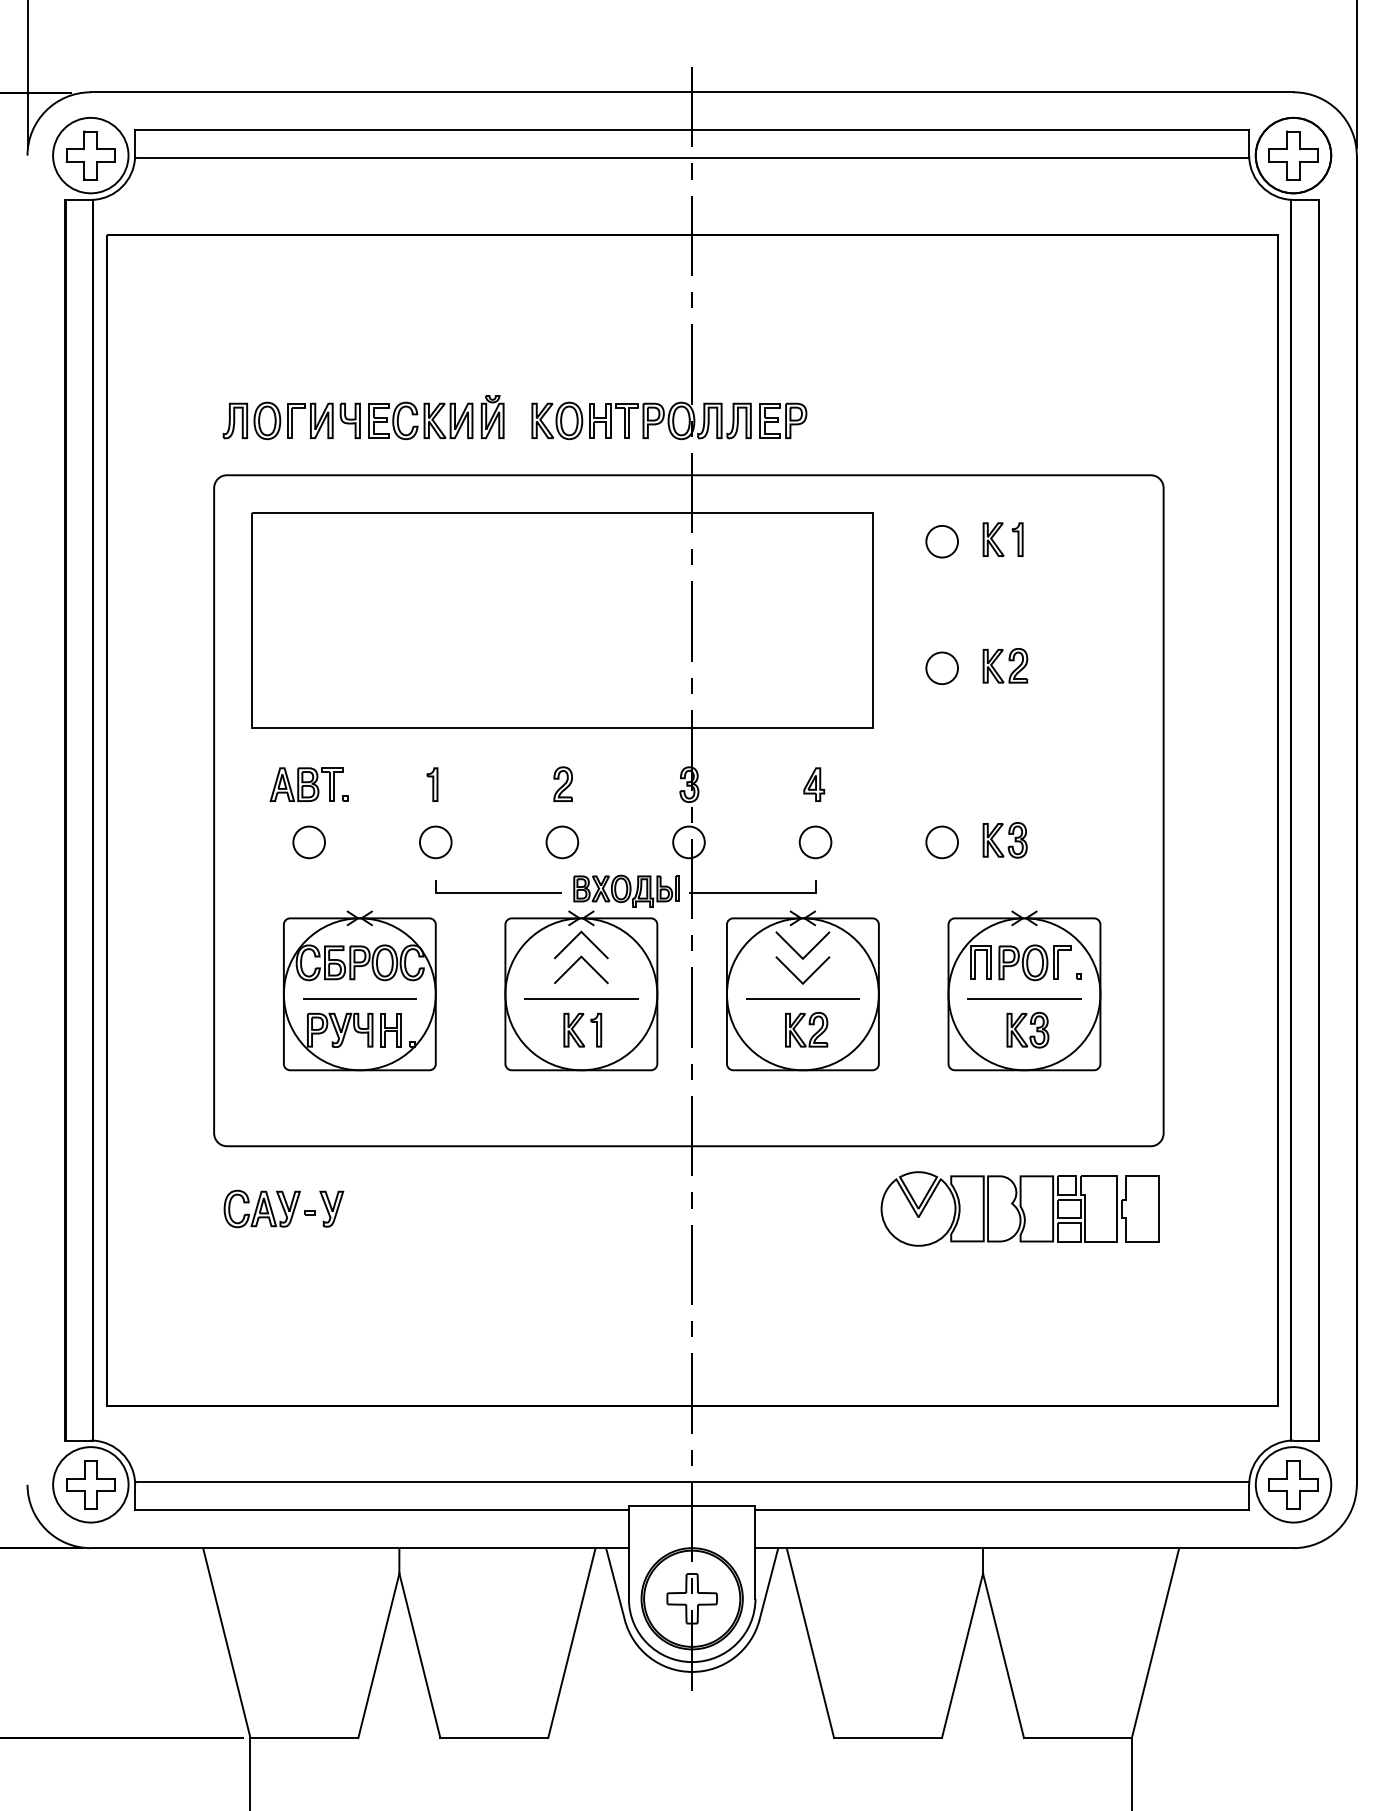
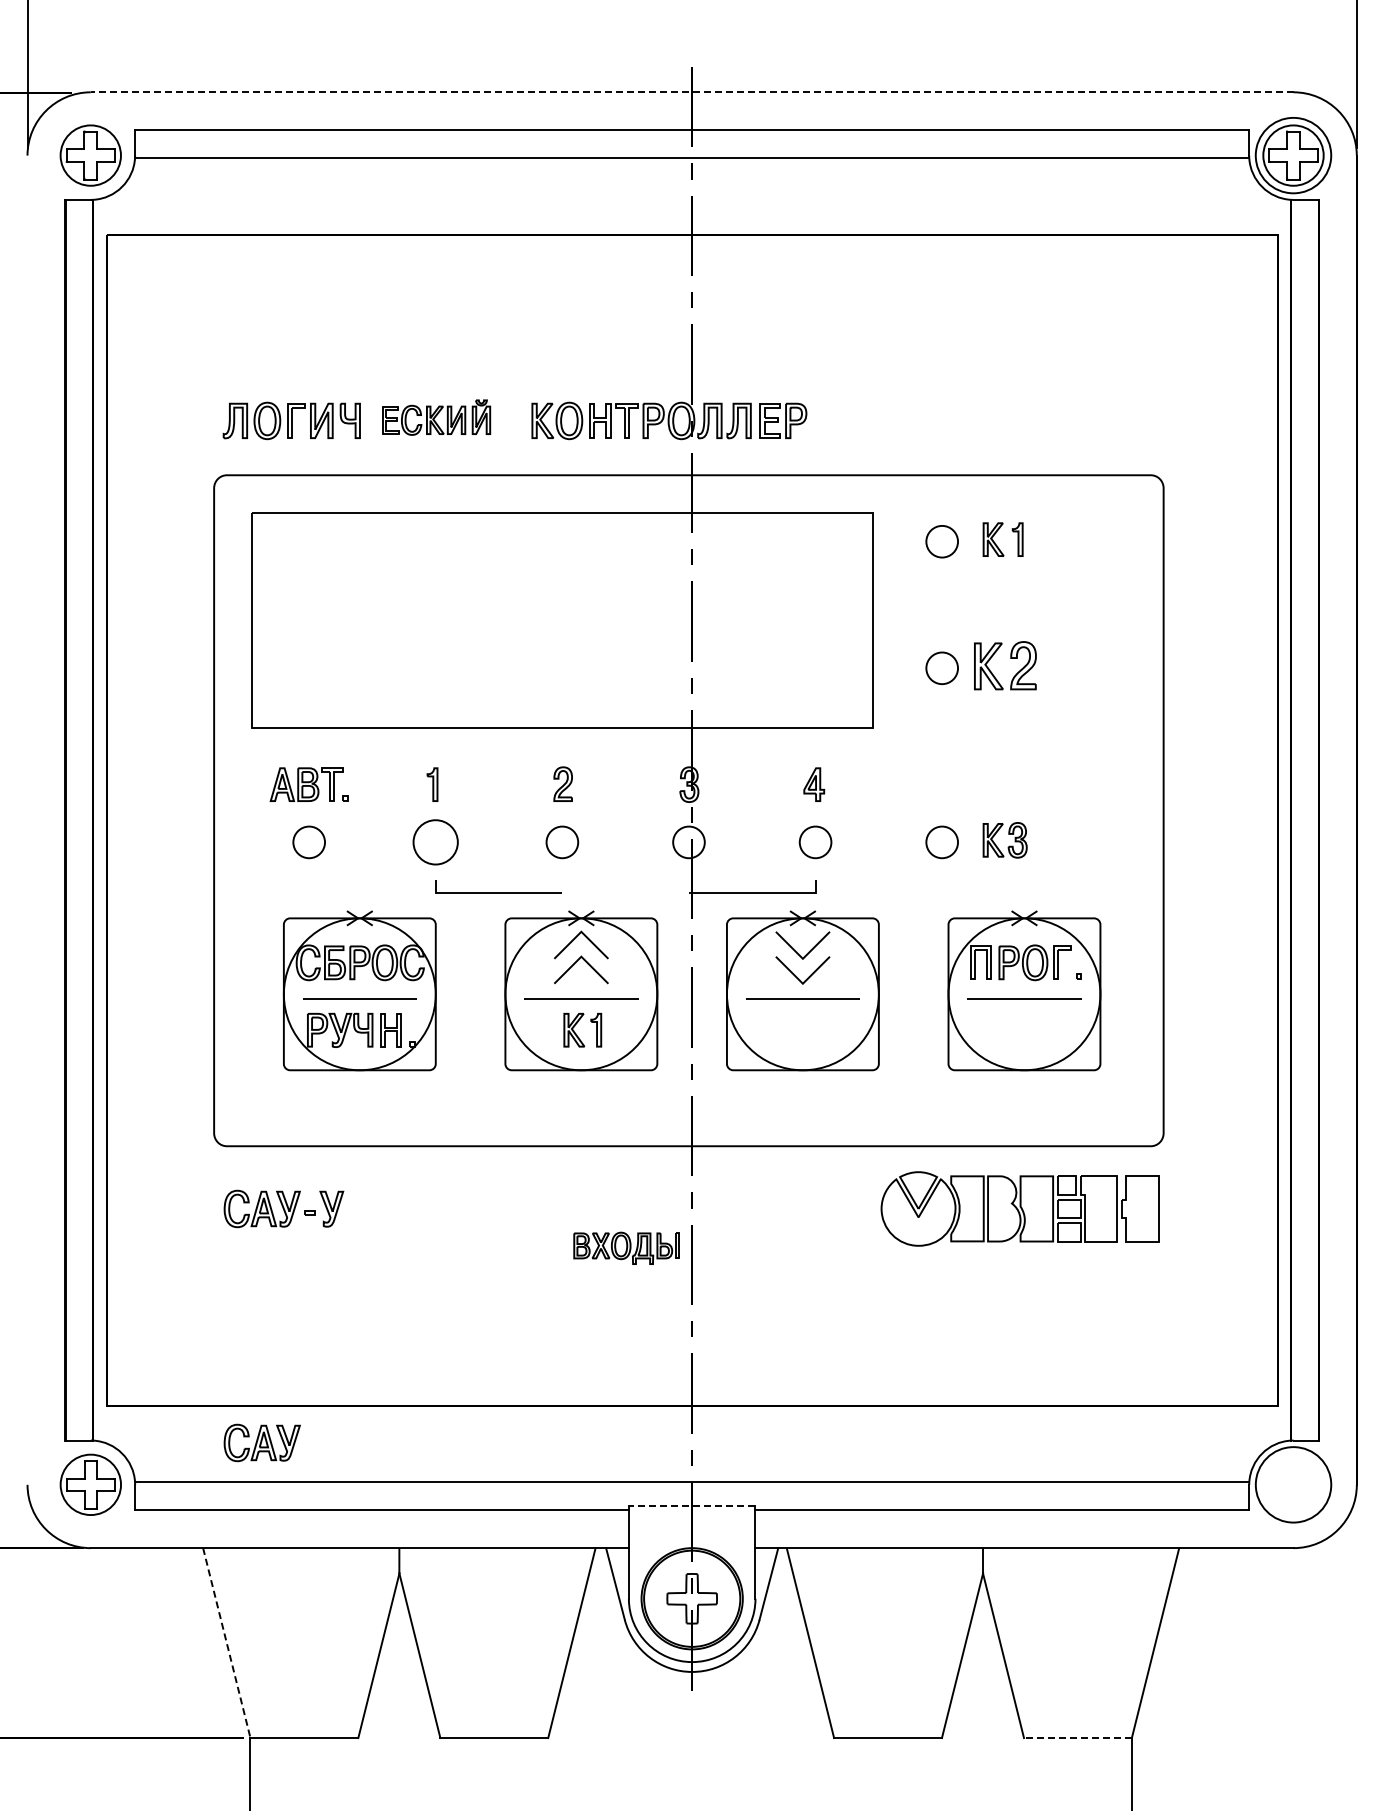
line at (691, 92): solid -> dashed
circle at (90, 155) diameter: 75 px -> 60 px
circle at (1293, 155) diameter: 75 px -> 60 px
part at (436, 417) size: 137x46 px -> 110x37 px
part at (1005, 665) size: 47x36 px -> 63x50 px
part at (435, 842) size: 34x35 px -> 47x47 px
part at (626, 890) position: (626, 890) -> (626, 1247)
part at (806, 1029): present -> none
part at (1027, 1030): present -> none
part at (261, 1442): none -> present
circle at (90, 1484) diameter: 75 px -> 60 px
part at (1293, 1484): present -> none
line at (691, 1505): solid -> dashed
line at (226, 1643): solid -> dashed
line at (1077, 1738): solid -> dashed
